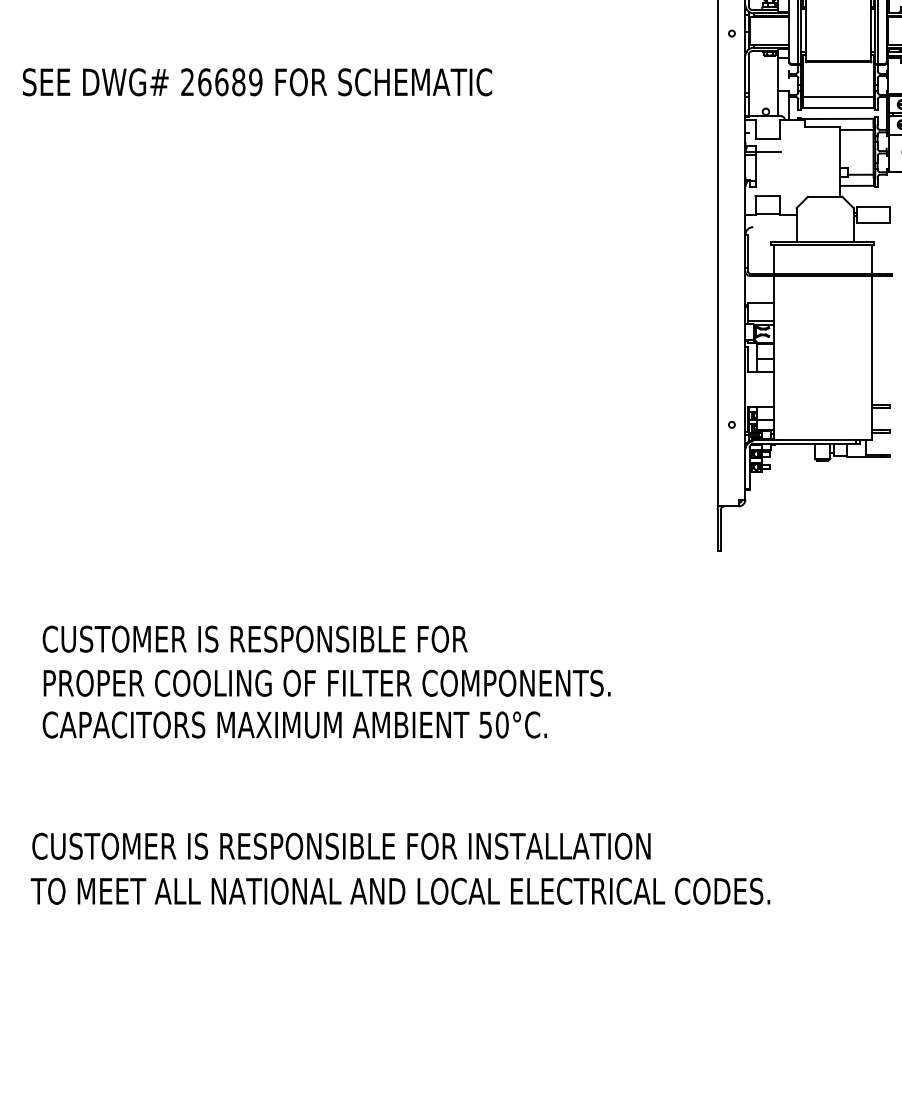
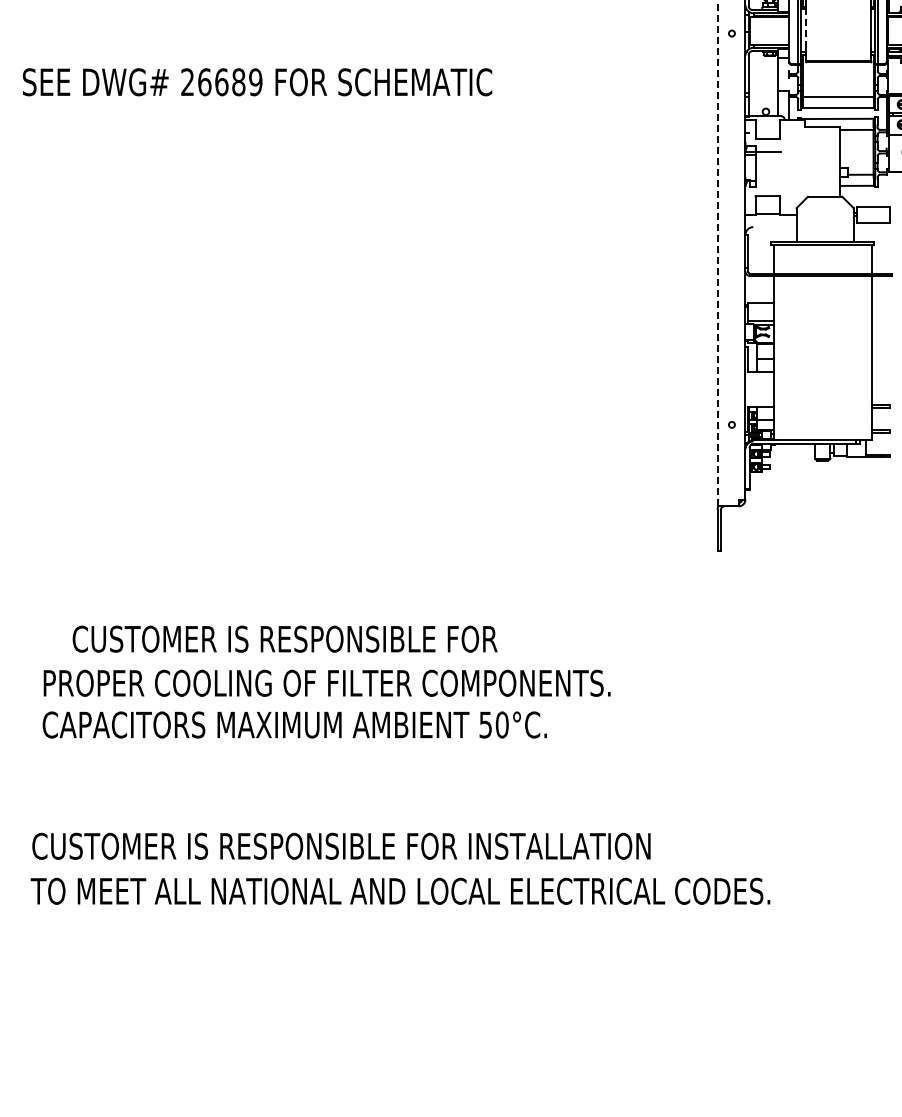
line at (805, 28): solid -> dashed
line at (717, 252): solid -> dashed
text at (254, 638) position: (254, 638) -> (284, 638)
